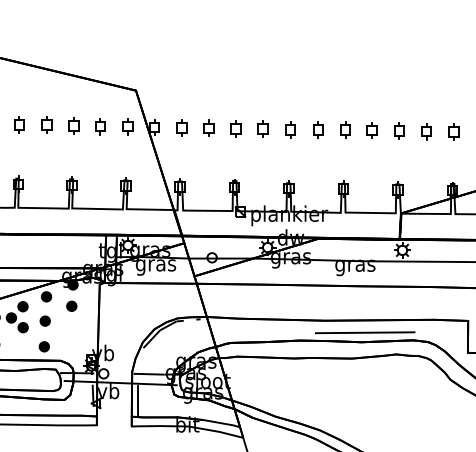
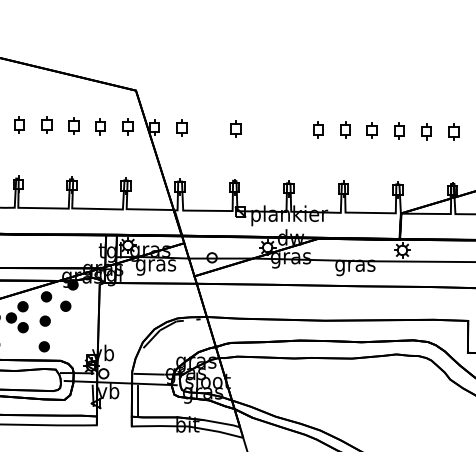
part at (208, 127): present -> none
part at (262, 128): present -> none
part at (290, 129): present -> none
part at (71, 305) position: (71, 305) -> (65, 305)
line at (364, 332): present -> none
